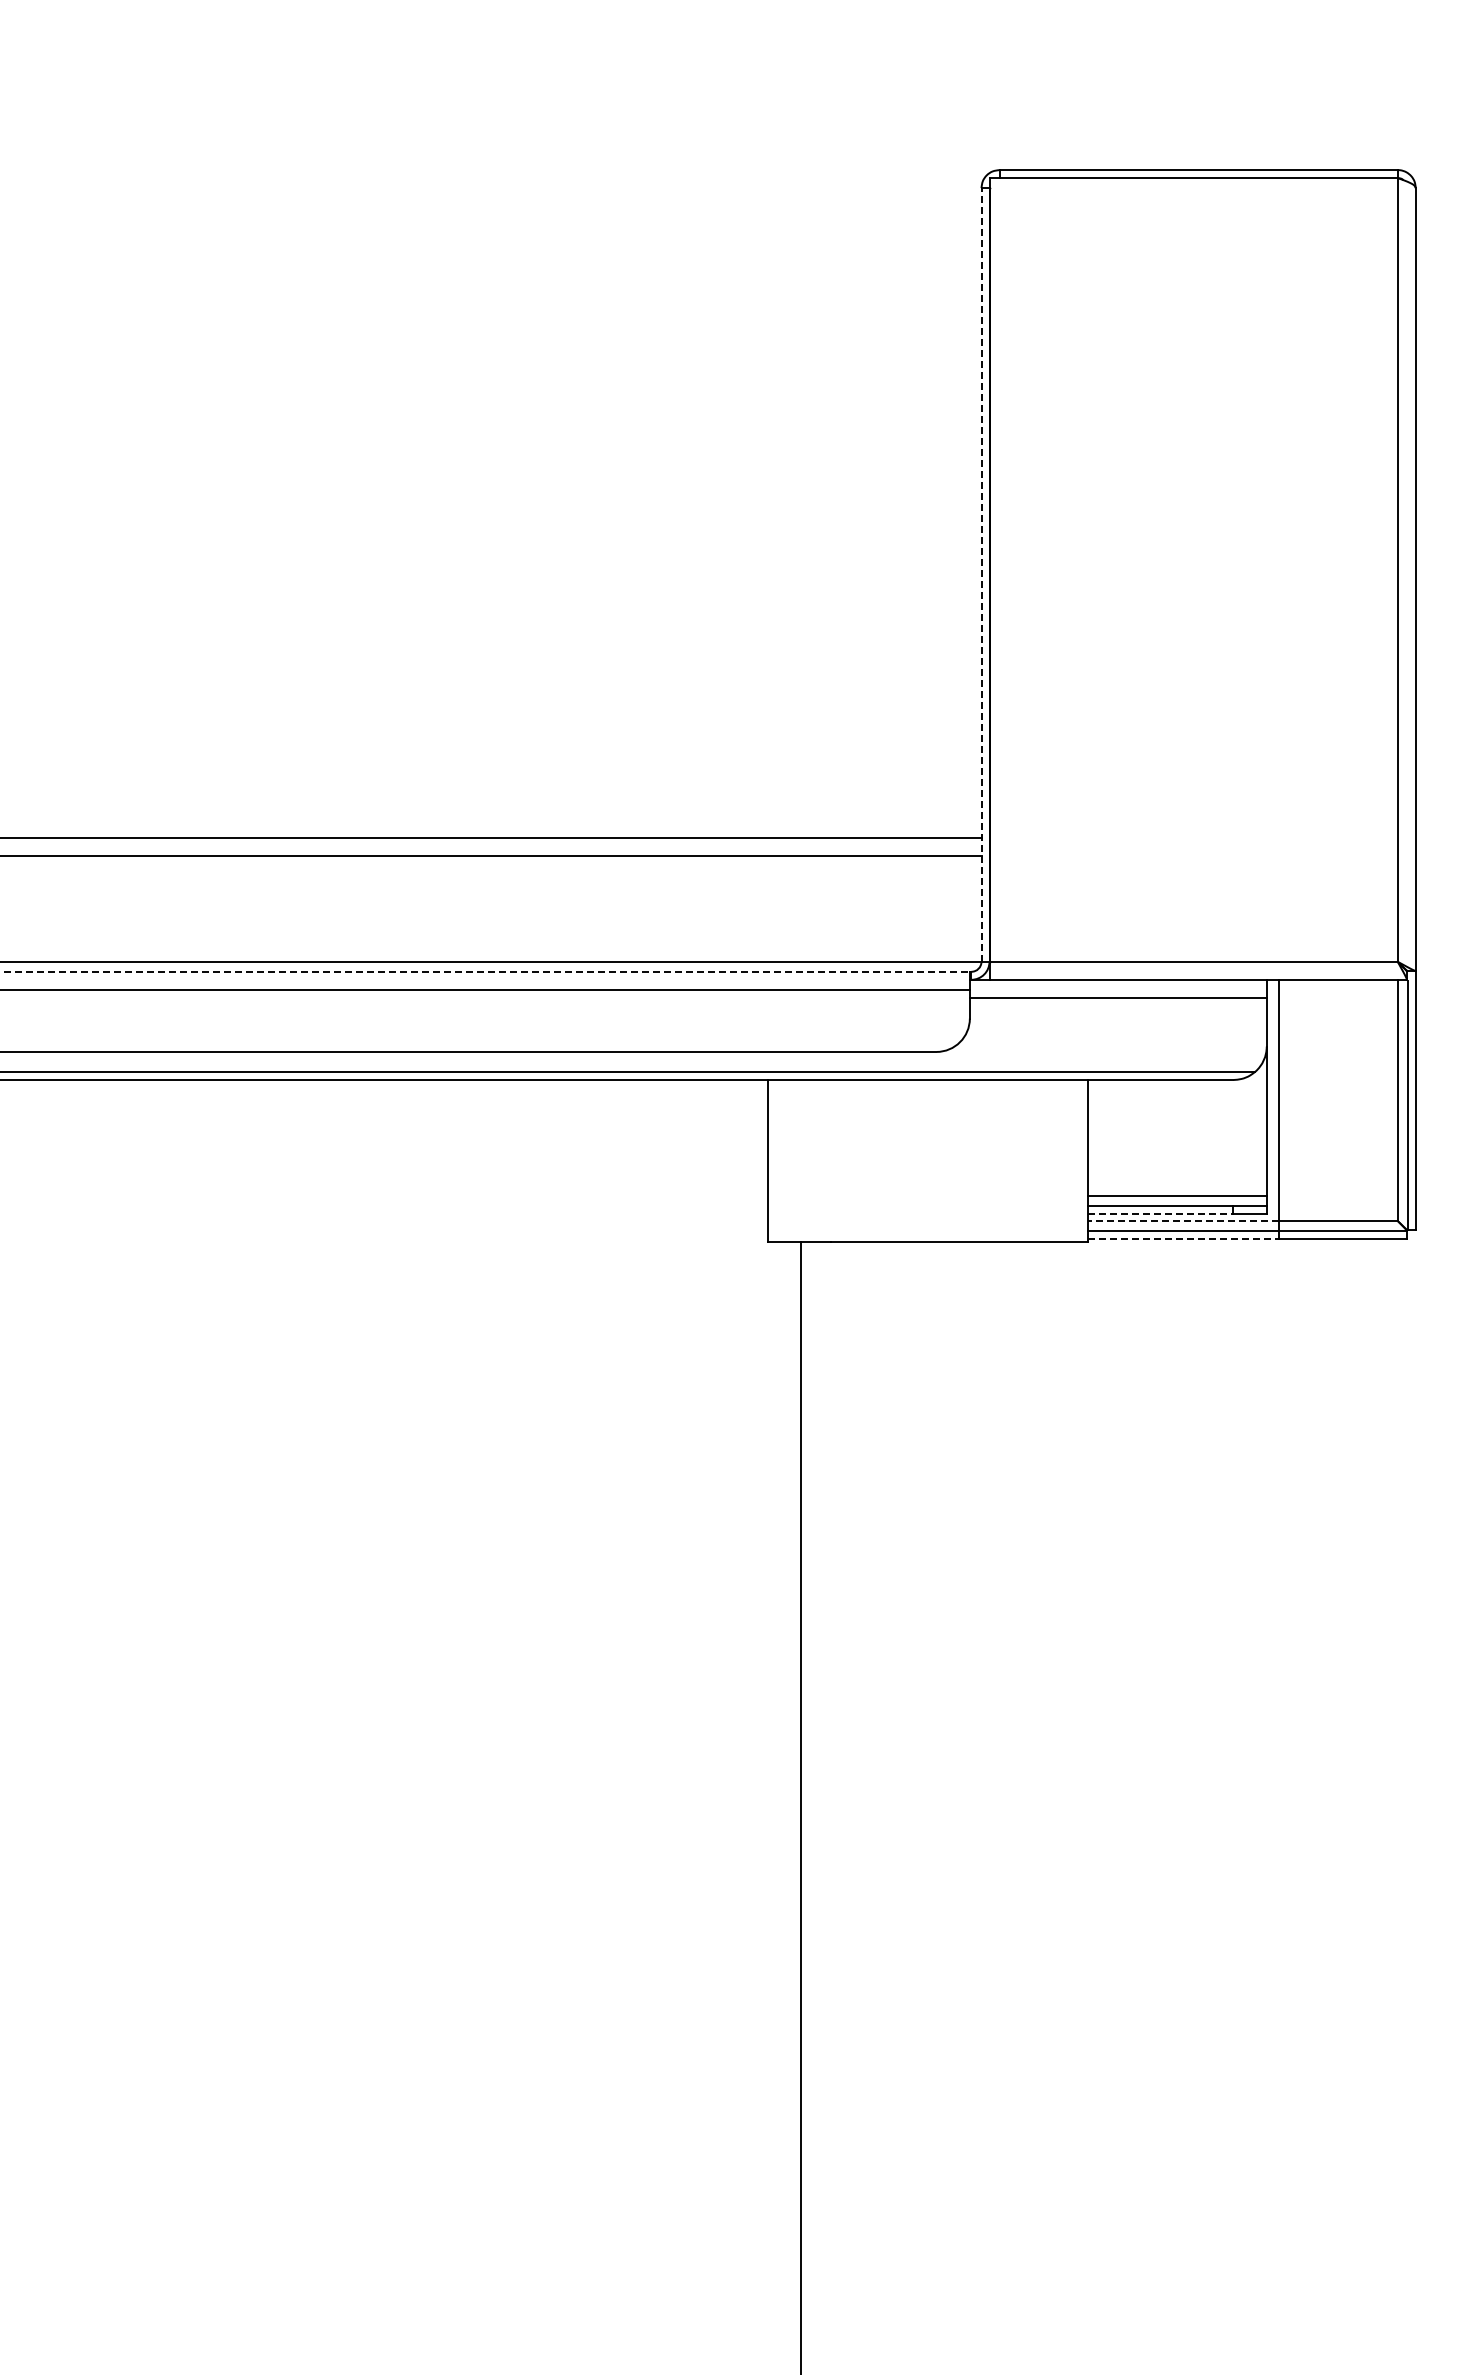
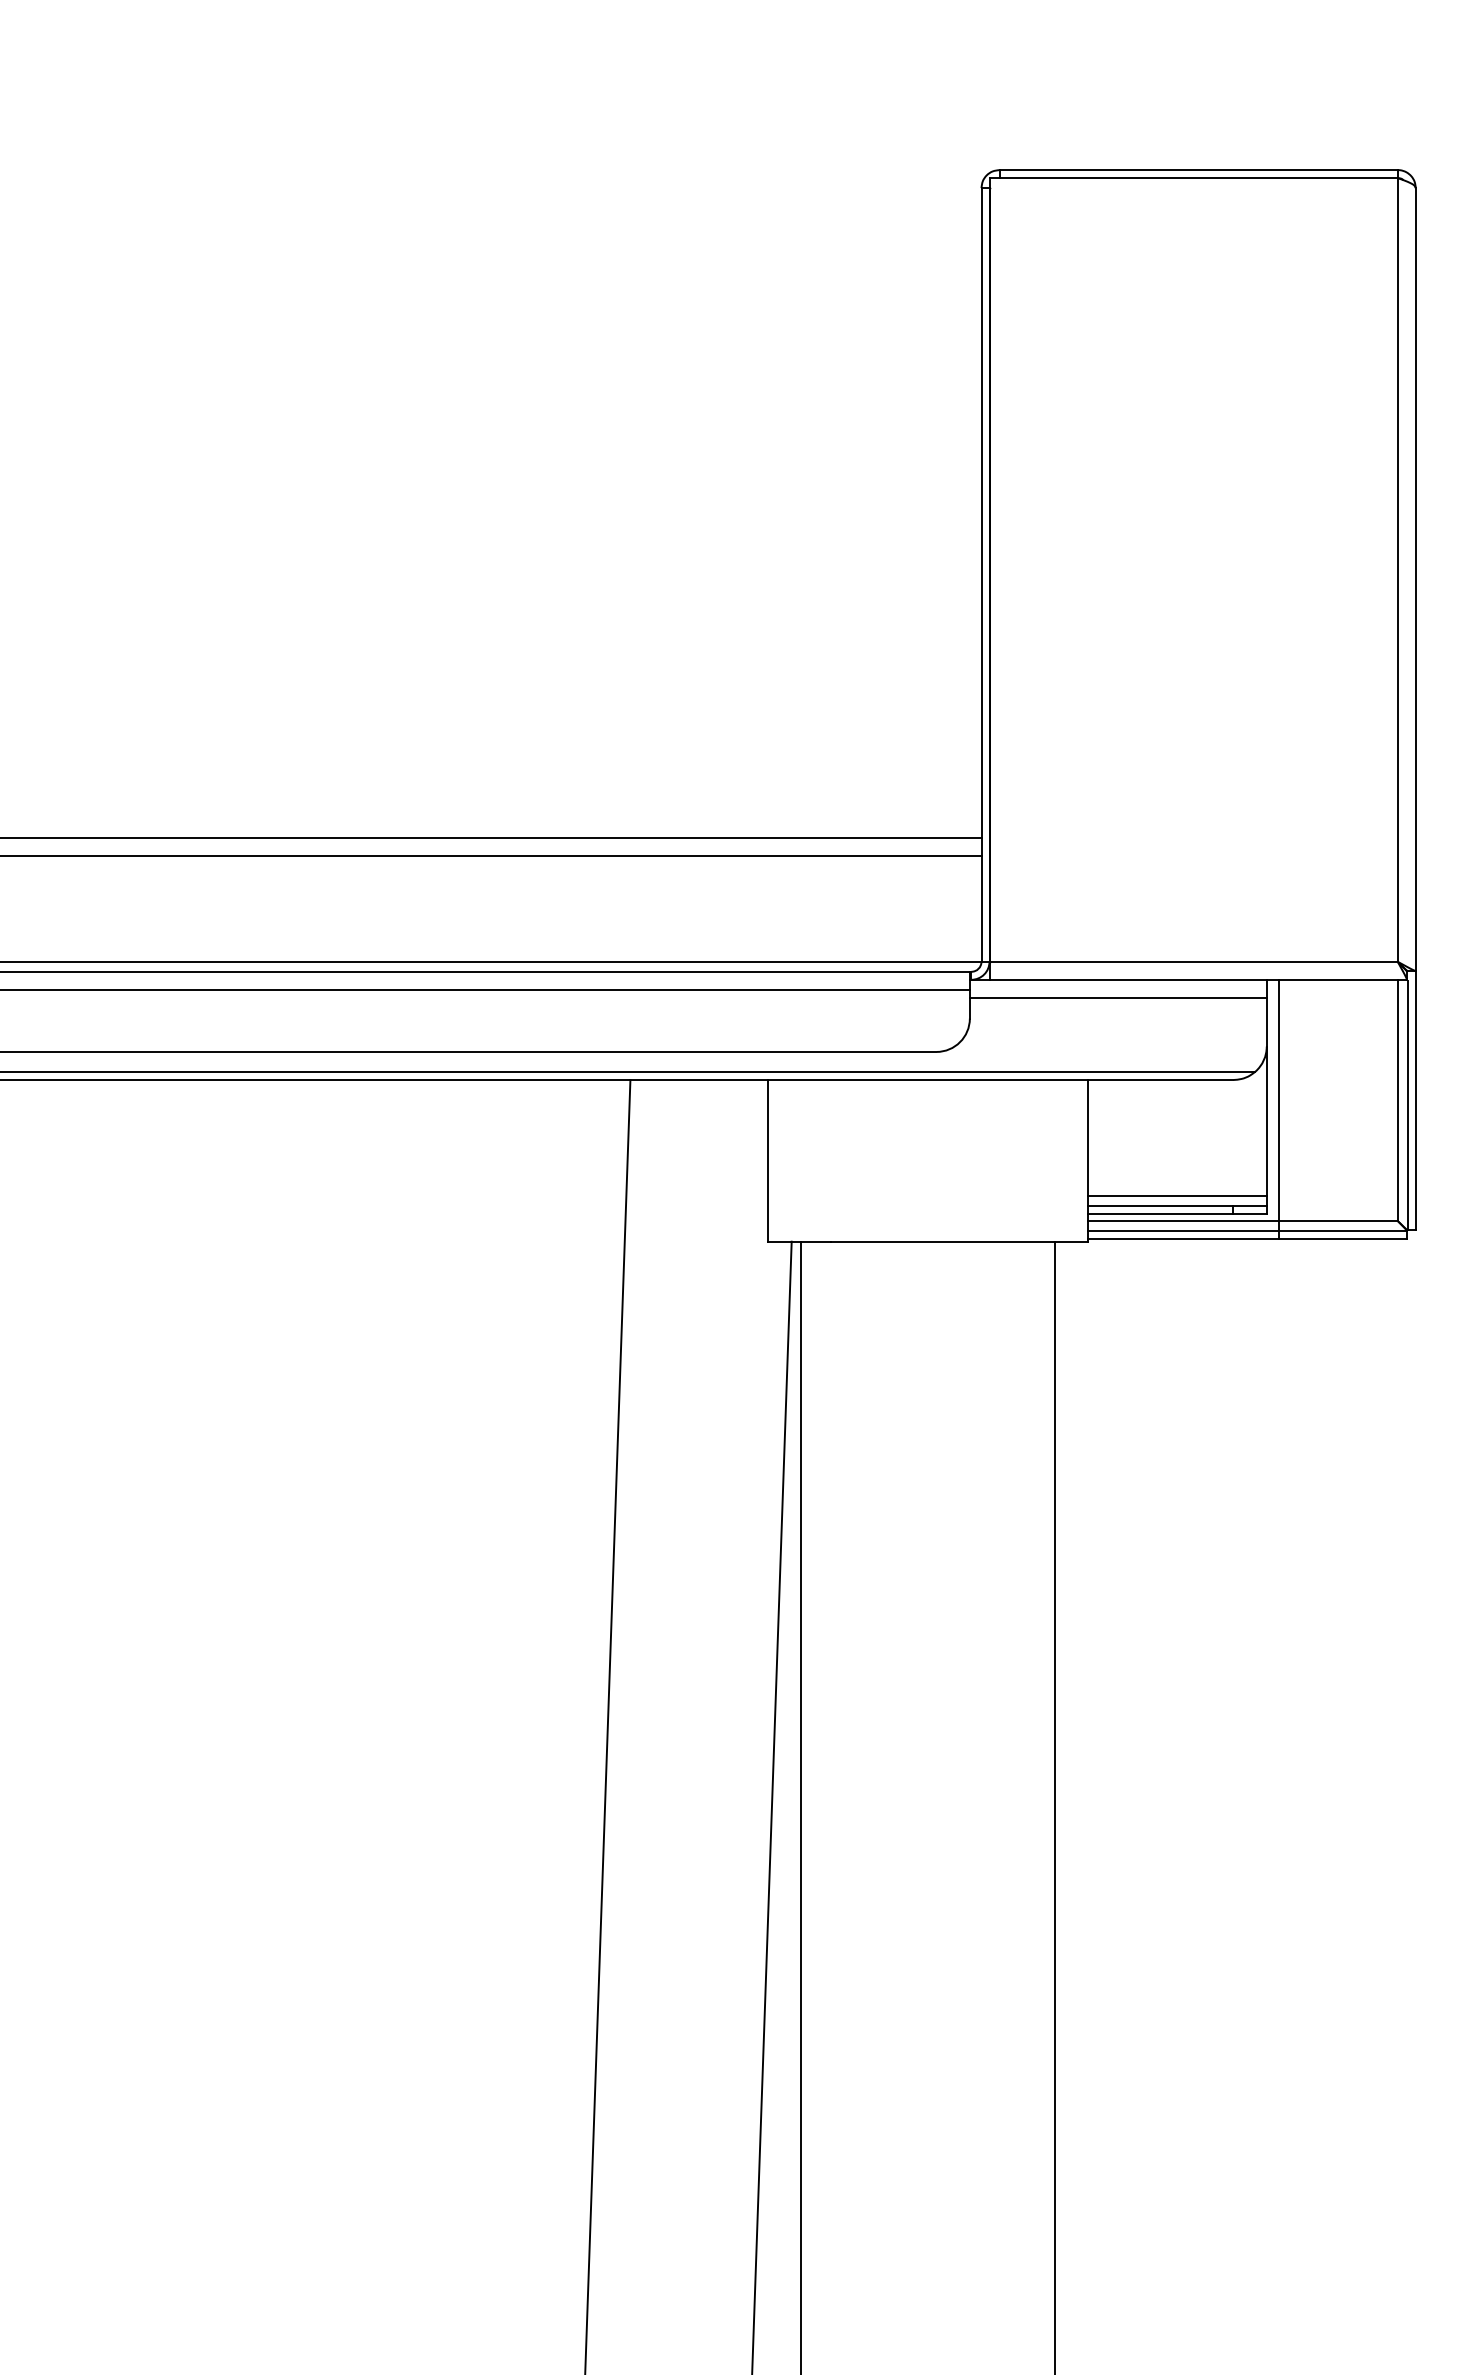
line at (981, 574): dashed -> solid
line at (485, 971): dashed -> solid
line at (1161, 1213): dashed -> solid
line at (1183, 1220): dashed -> solid
line at (1184, 1239): dashed -> solid
line at (607, 1725): none -> present
line at (771, 1806): none -> present
line at (1054, 1806): none -> present
